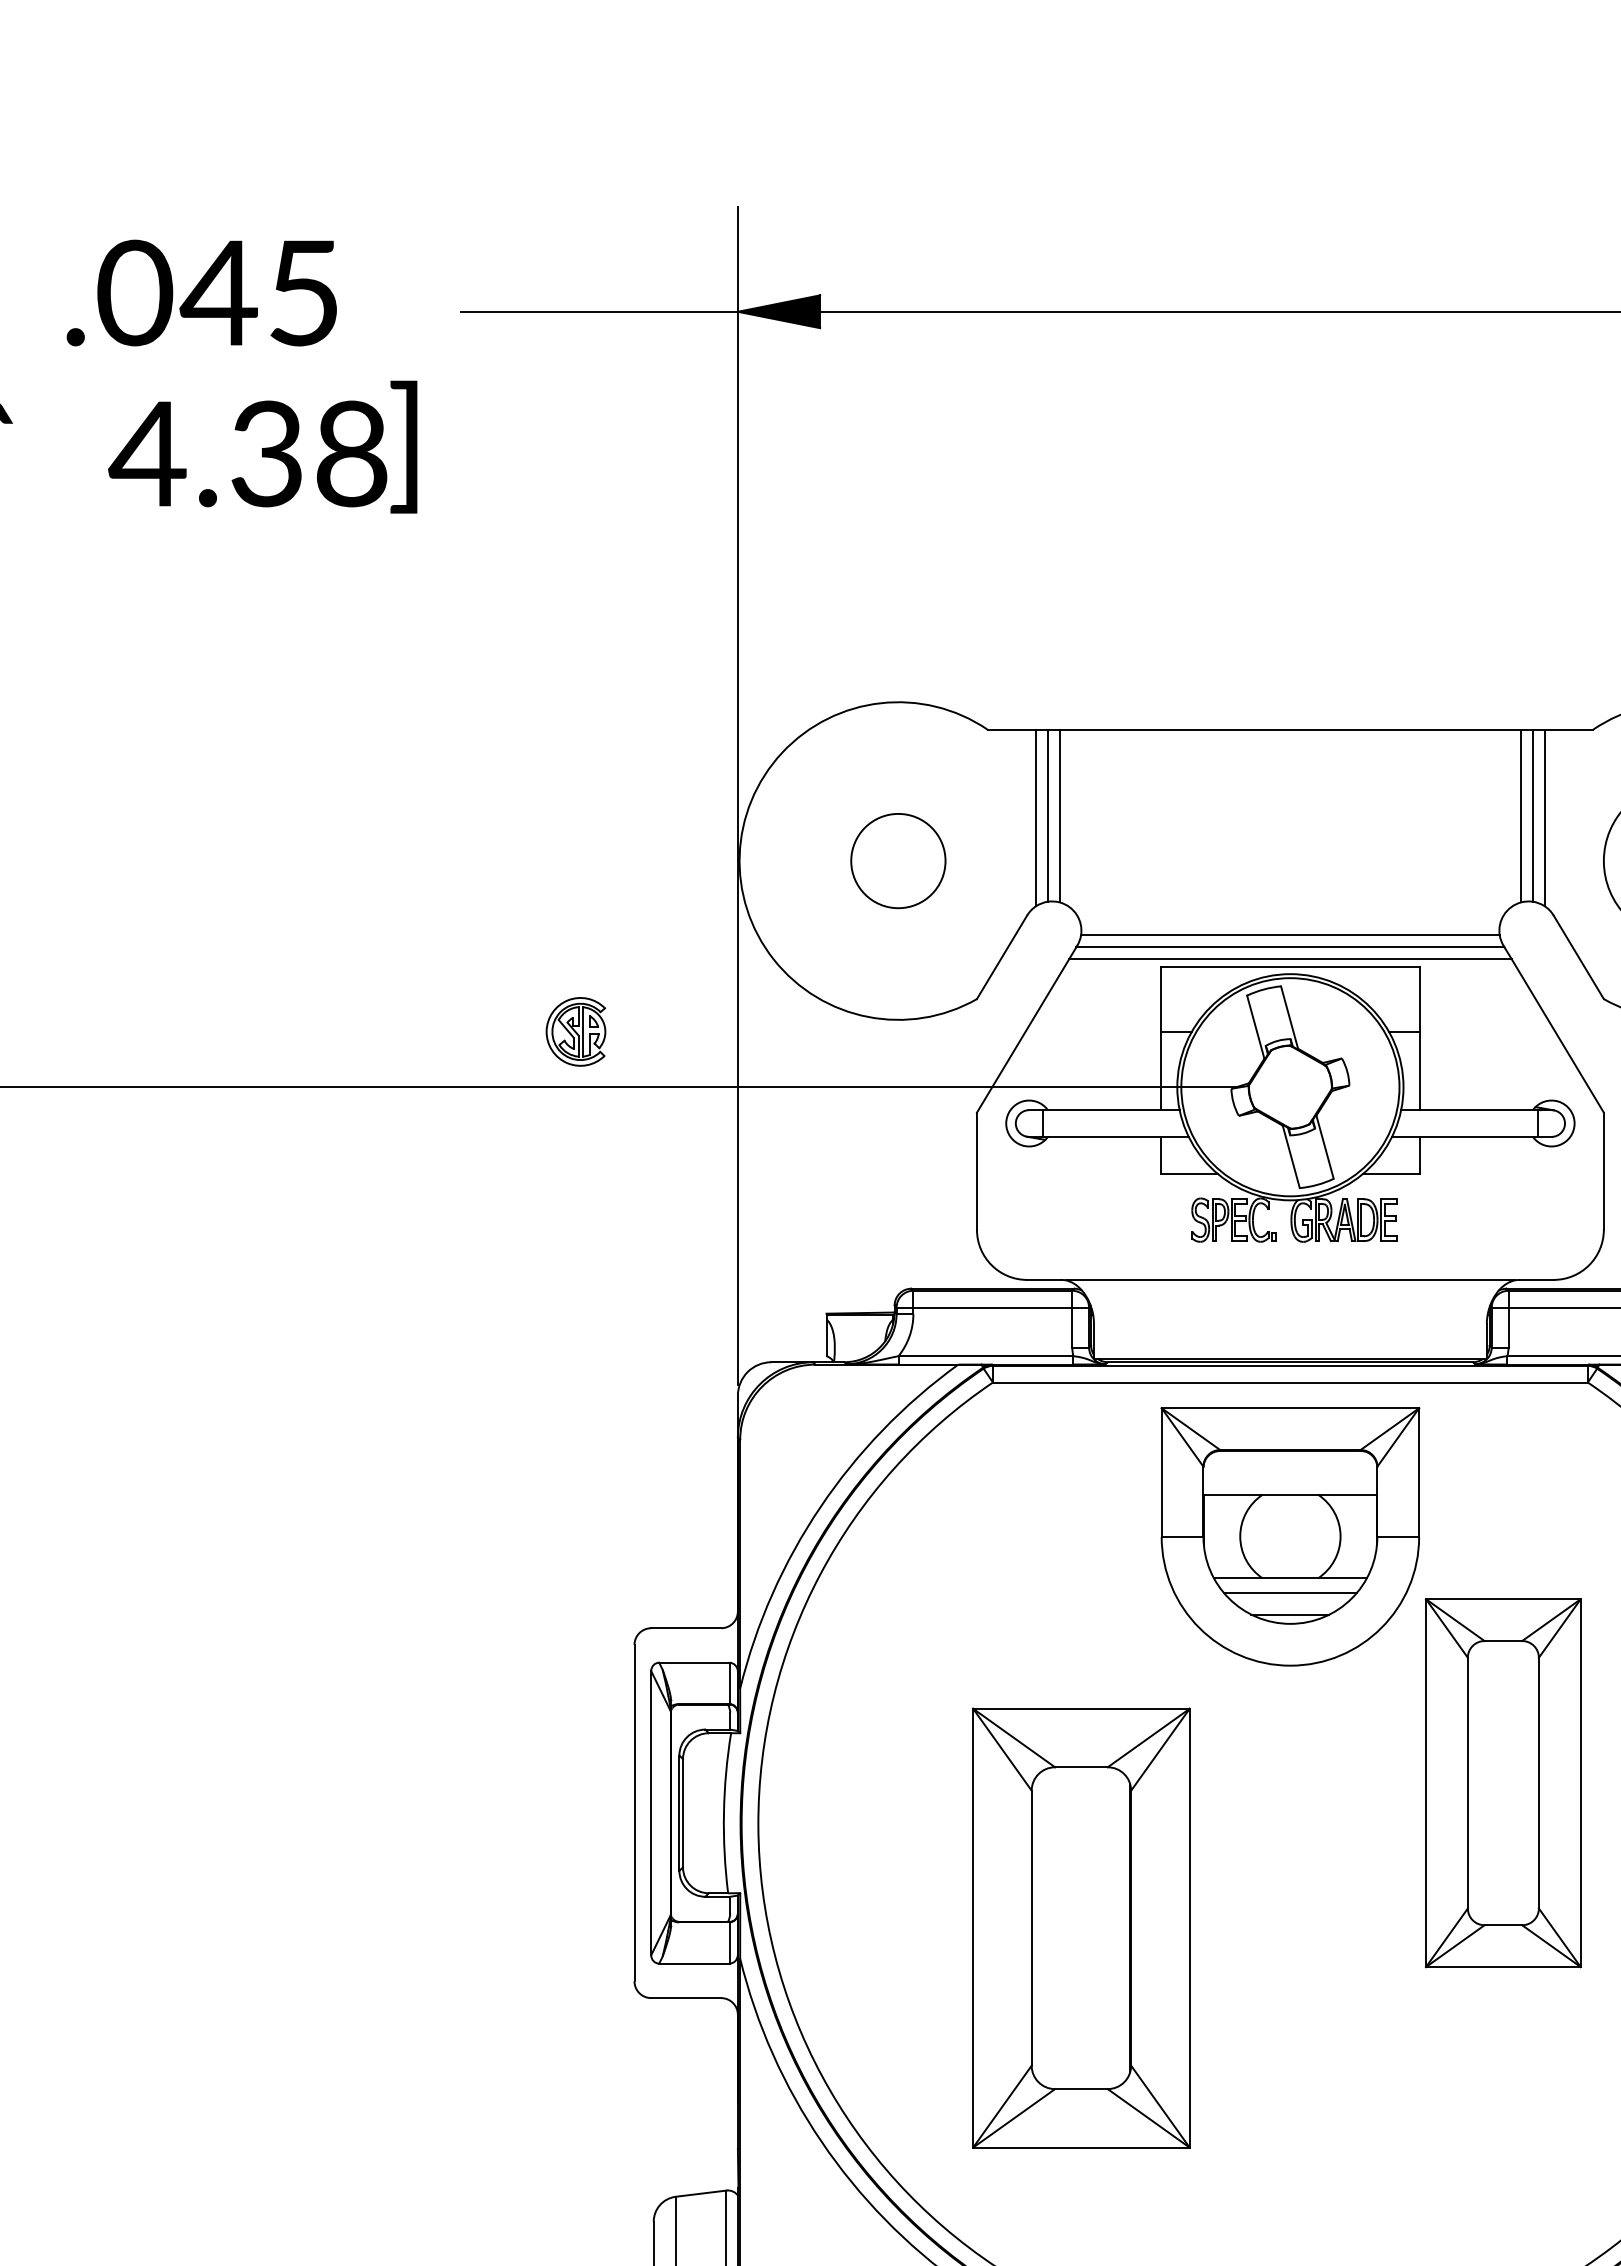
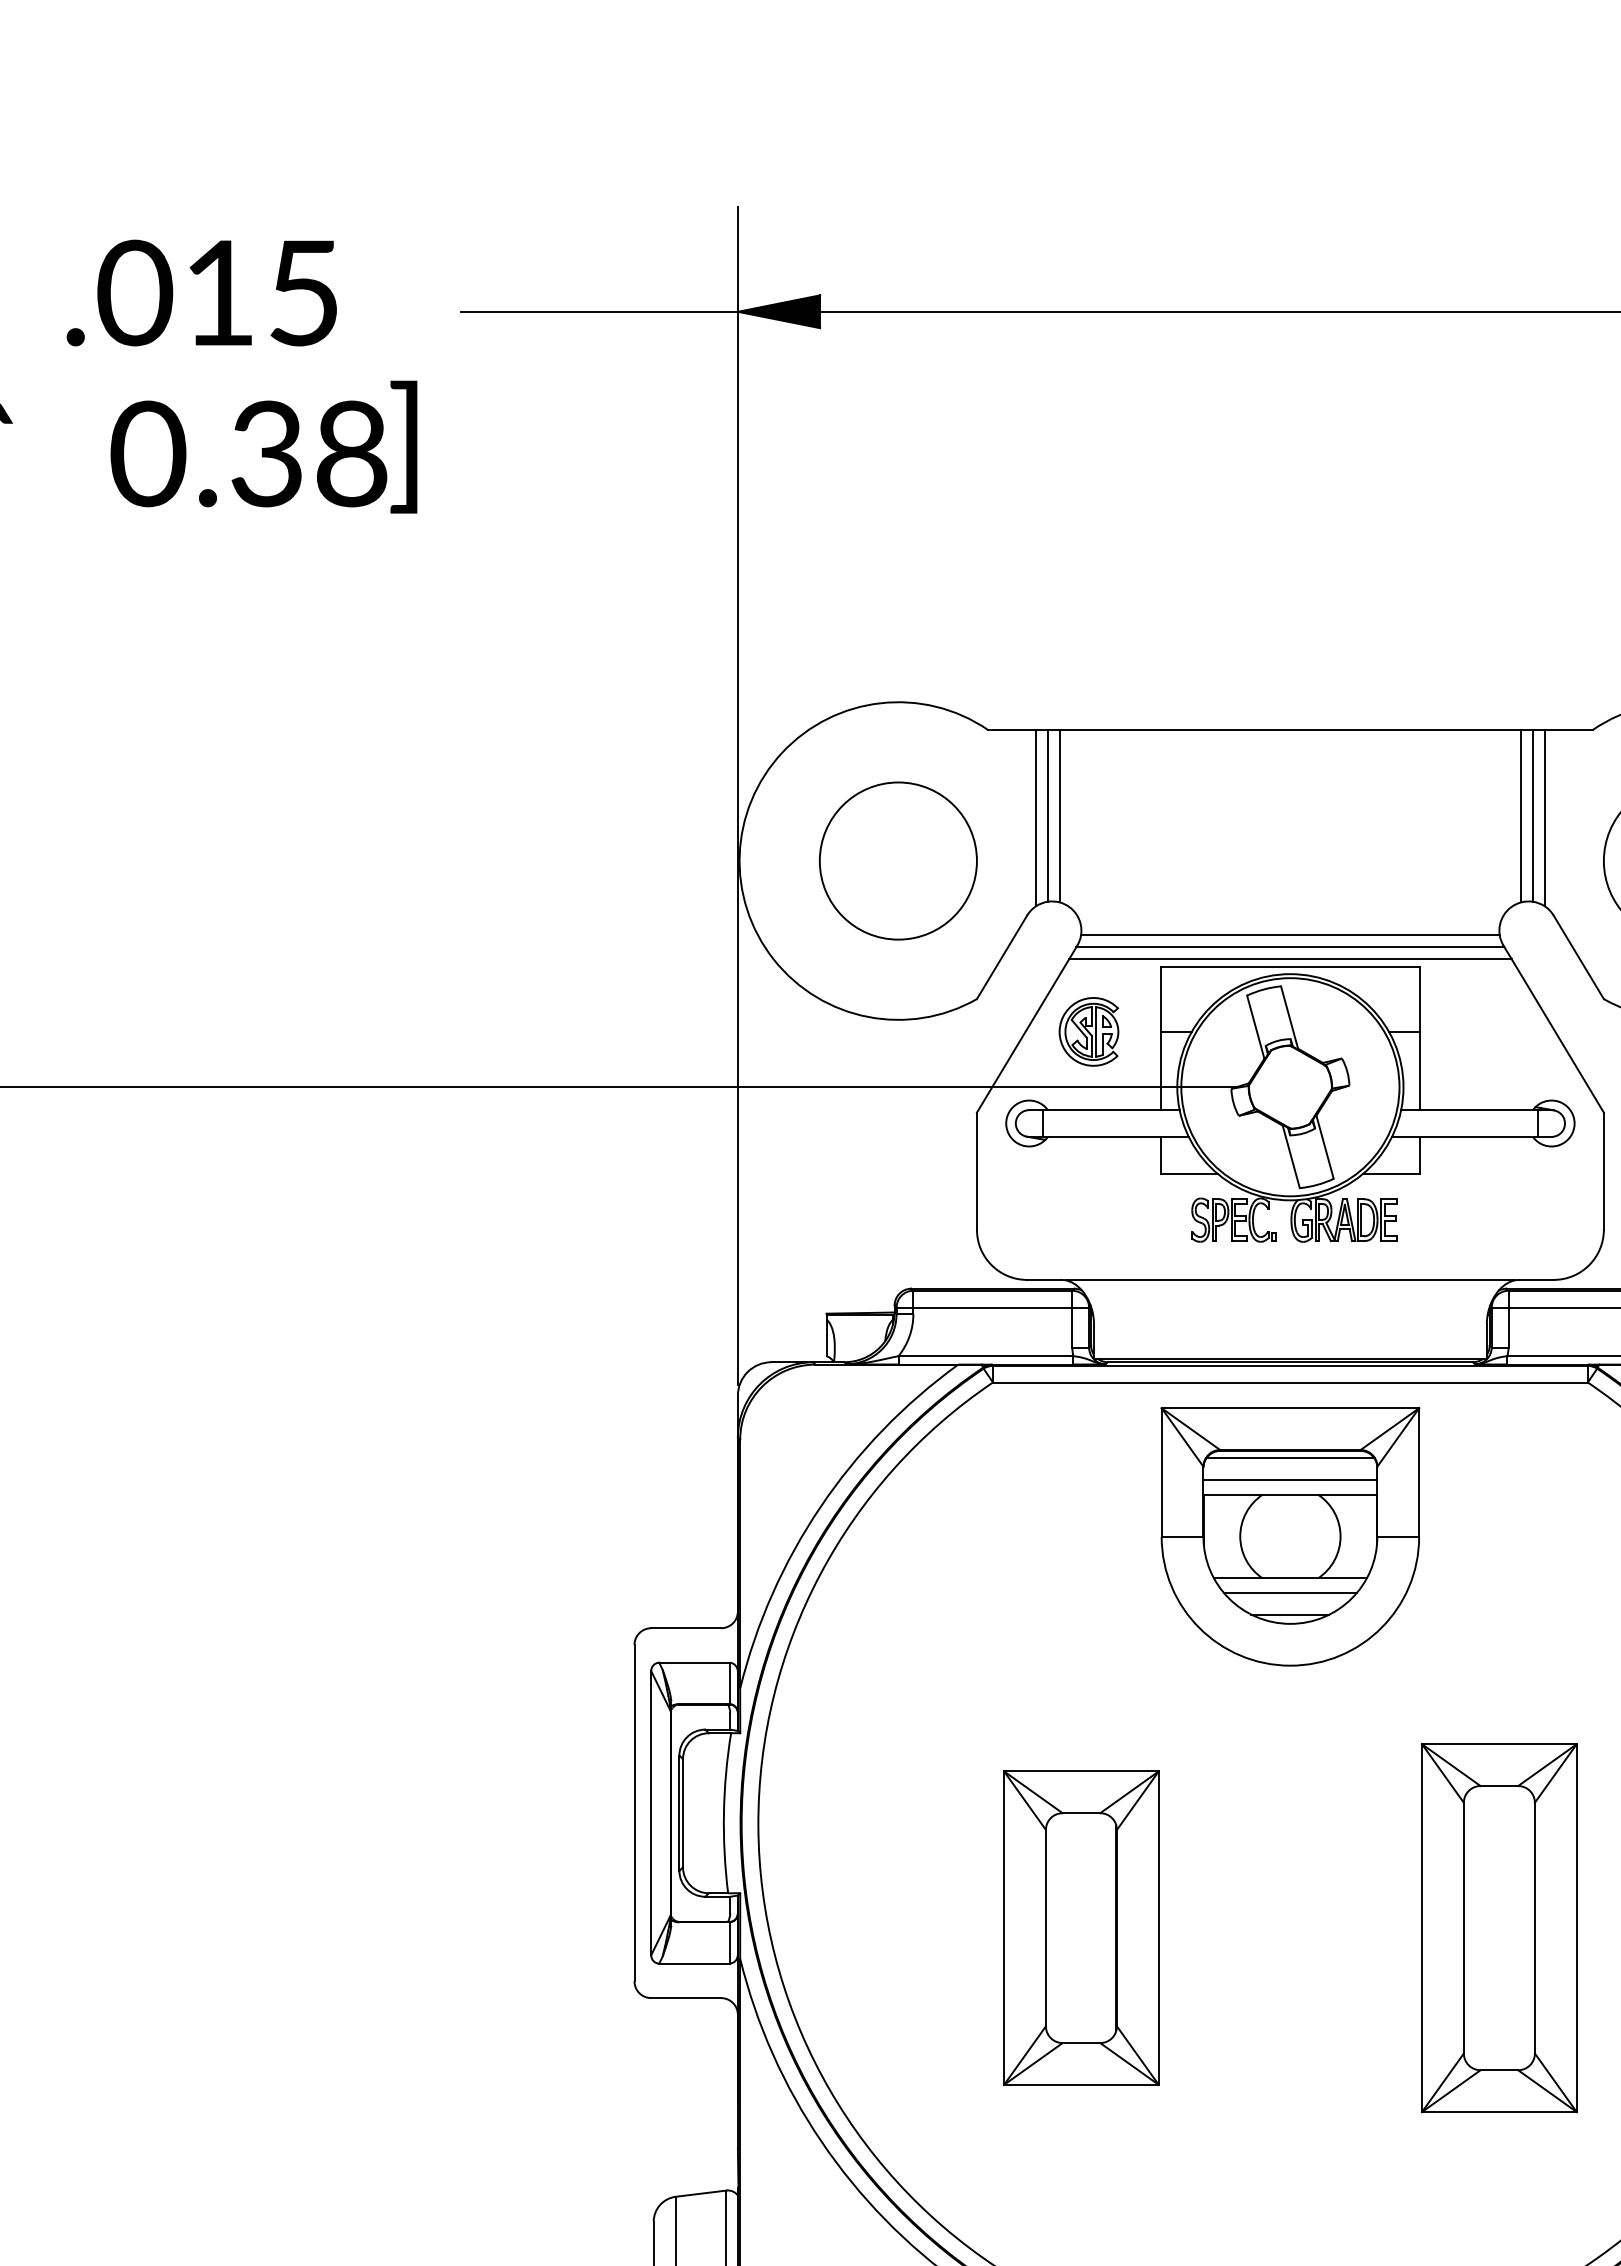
text at (218, 292): .045 -> .015
text at (147, 453): 4.38 -> 0.38
circle at (898, 860) diameter: 94 px -> 157 px
part at (575, 1031) position: (575, 1031) -> (1088, 1031)
line at (1290, 1458): none -> present
line at (1290, 1479): none -> present
part at (1502, 1783) position: (1502, 1783) -> (1498, 1928)
part at (1081, 1927) size: 219x442 px -> 157x316 px
